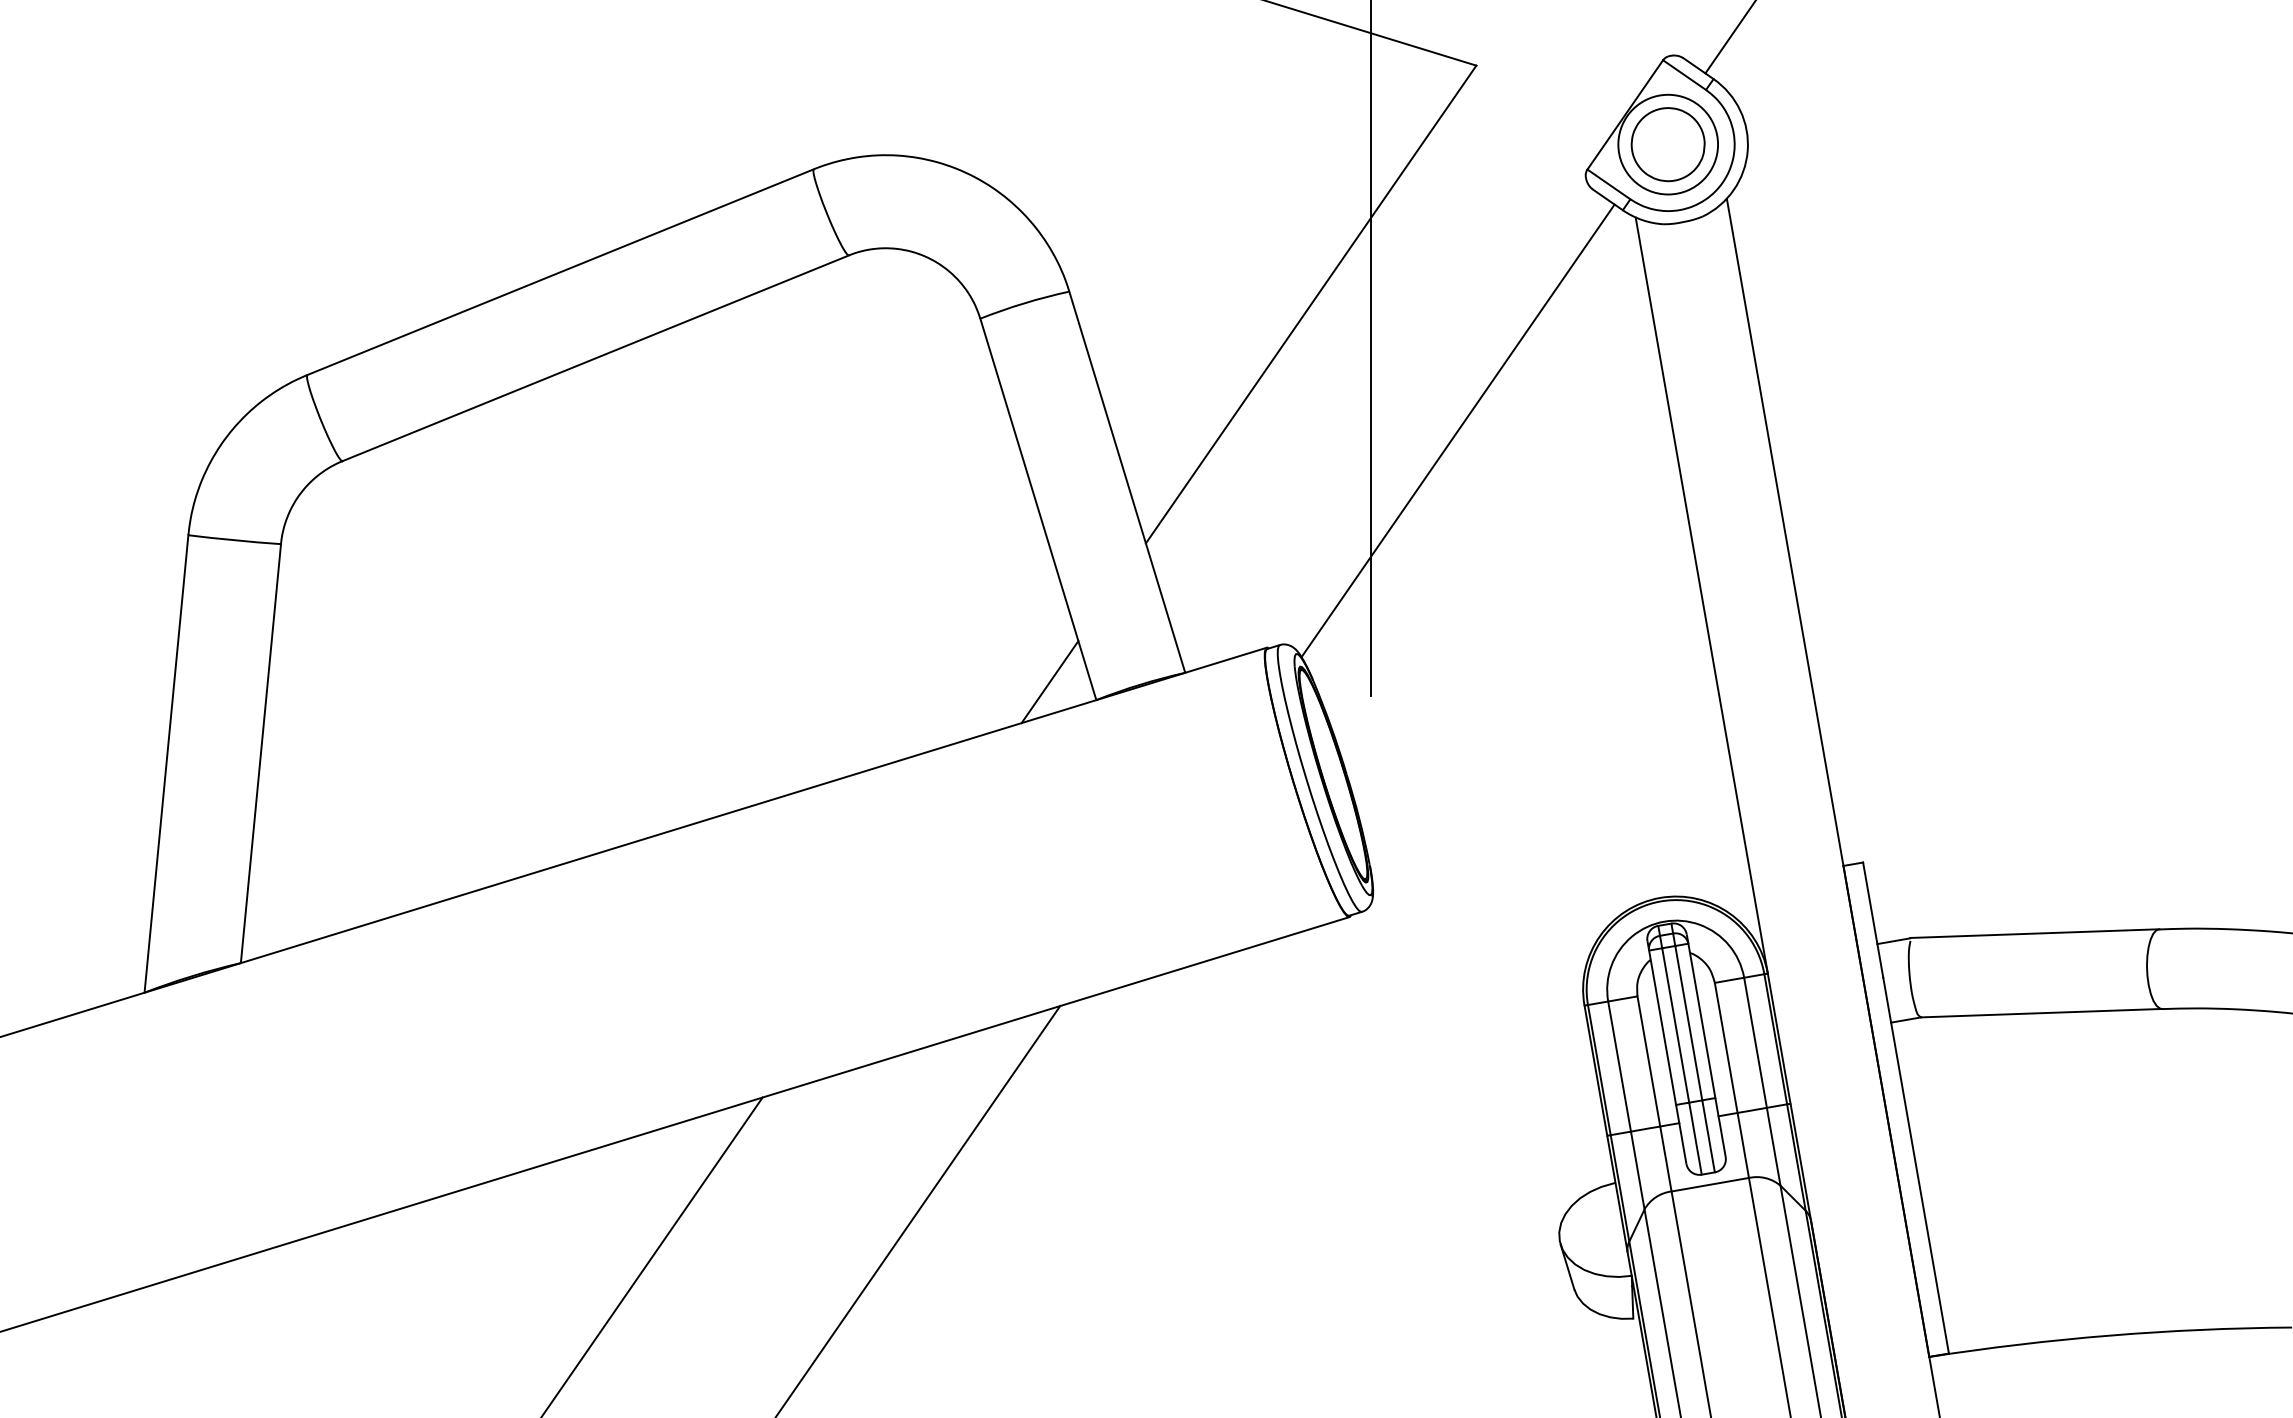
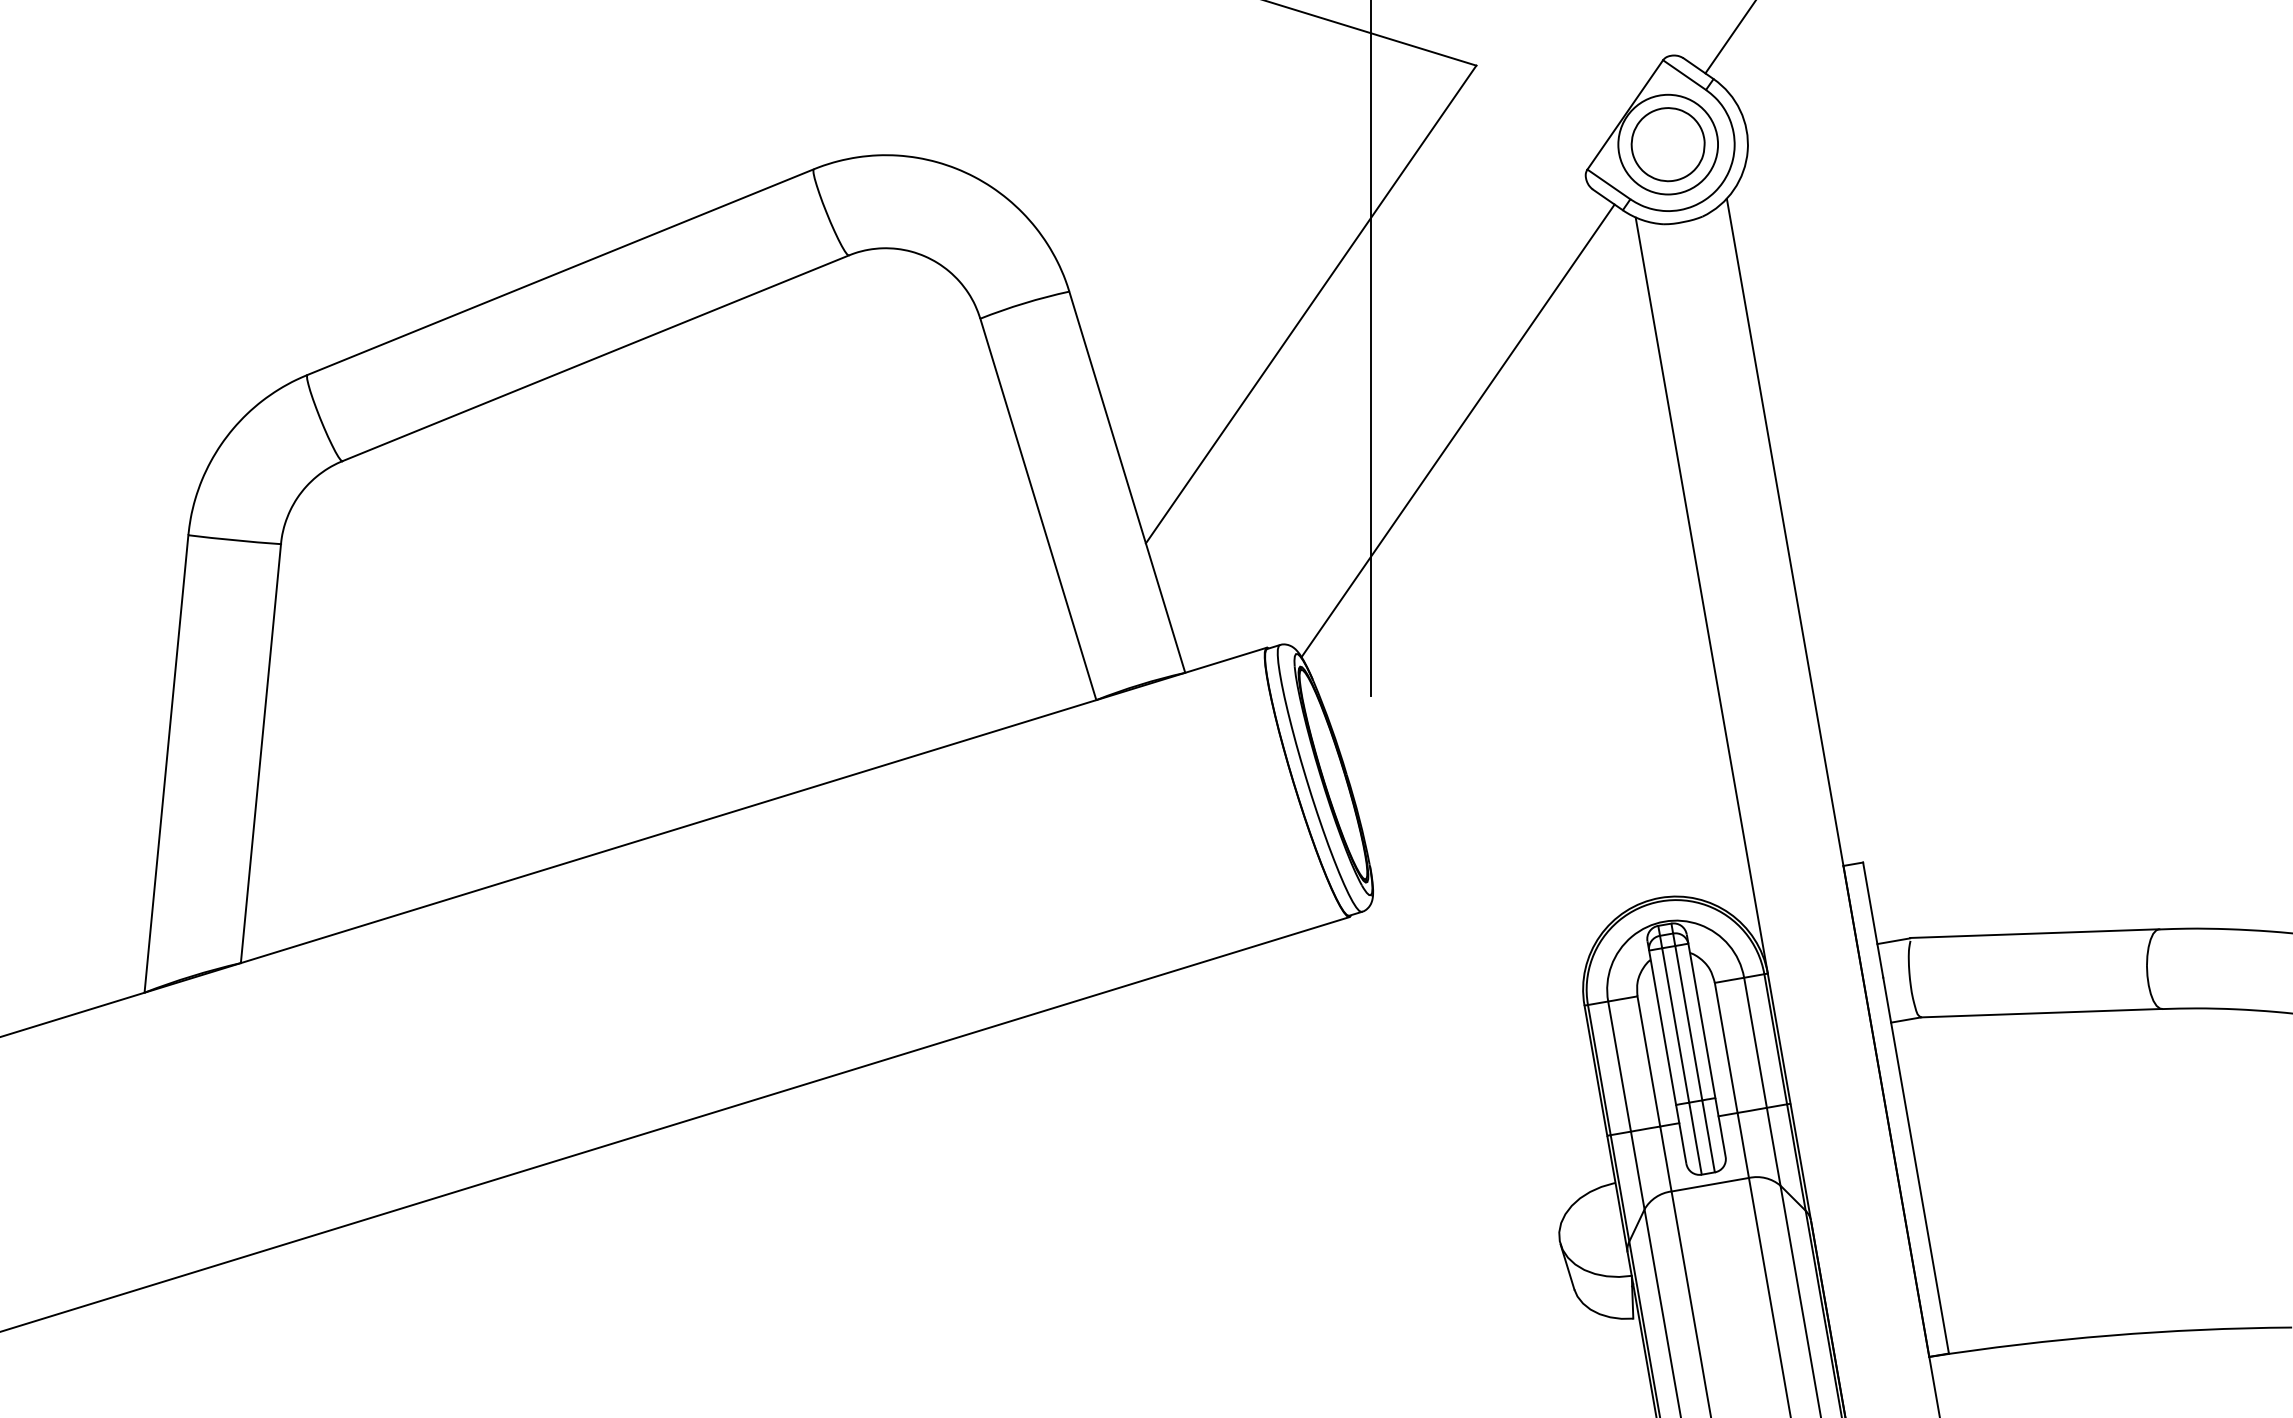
line at (1049, 682): present -> none
line at (918, 1210): present -> none
line at (652, 1255): present -> none
